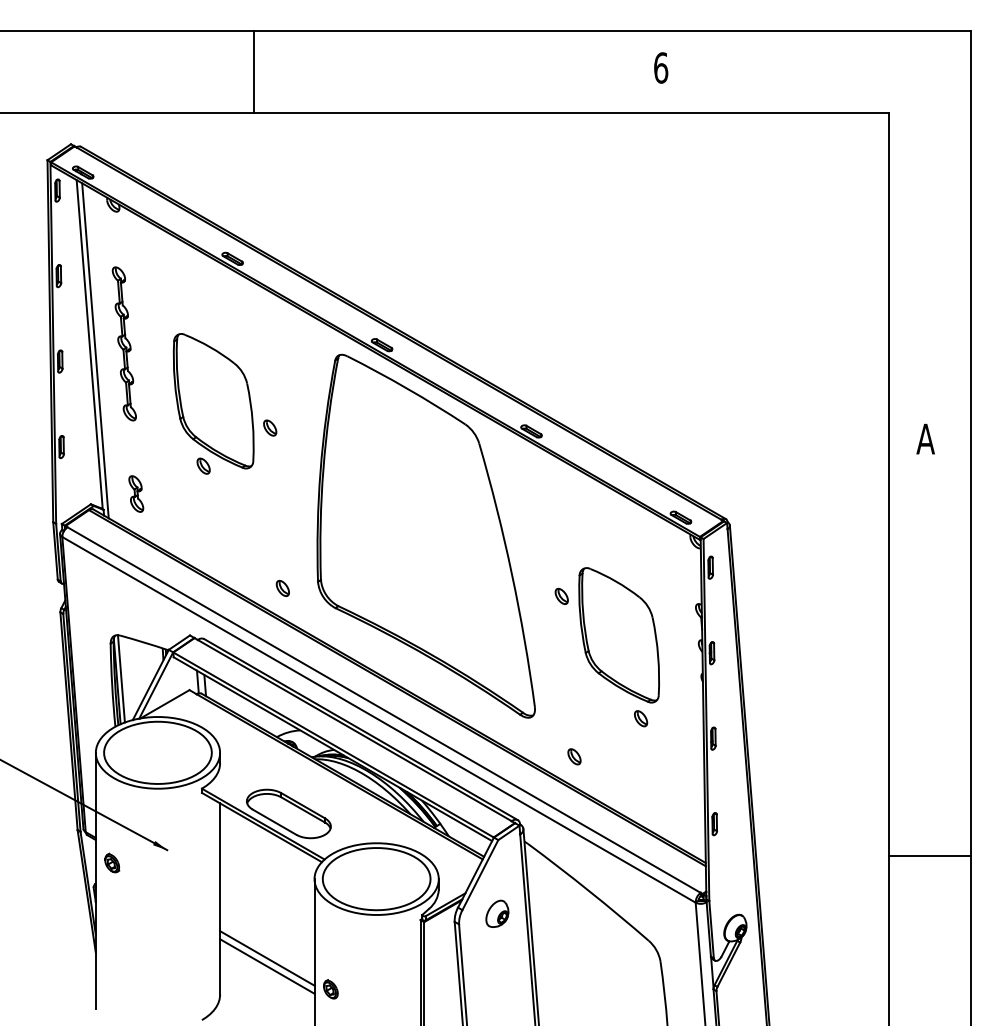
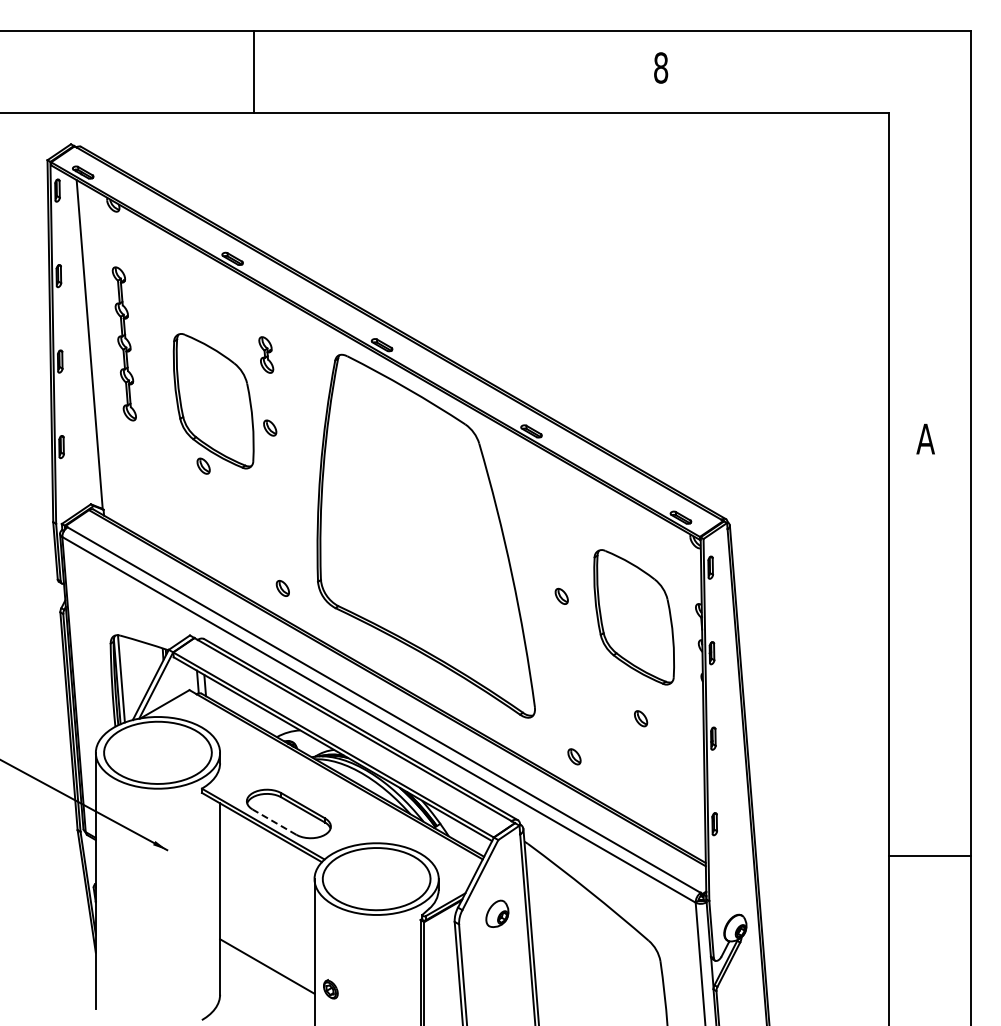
text at (661, 67): 6 -> 8
line at (95, 350): present -> none
part at (136, 493) position: (136, 493) -> (266, 354)
part at (618, 635) position: (618, 635) -> (633, 617)
line at (274, 821): solid -> dashed
part at (112, 862): present -> none
line at (267, 958): present -> none
